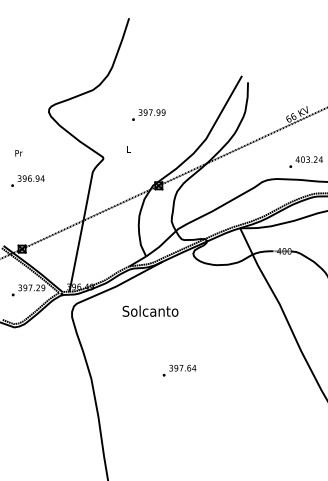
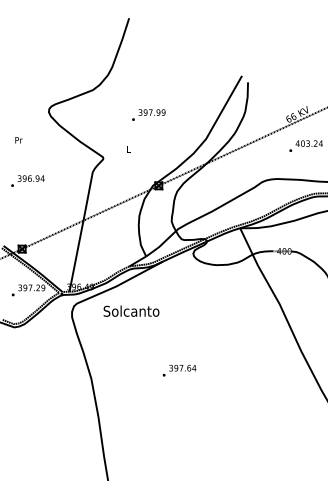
text at (18, 153) position: (18, 153) -> (18, 140)
text at (305, 161) position: (305, 161) -> (305, 145)
text at (150, 310) position: (150, 310) -> (131, 310)
